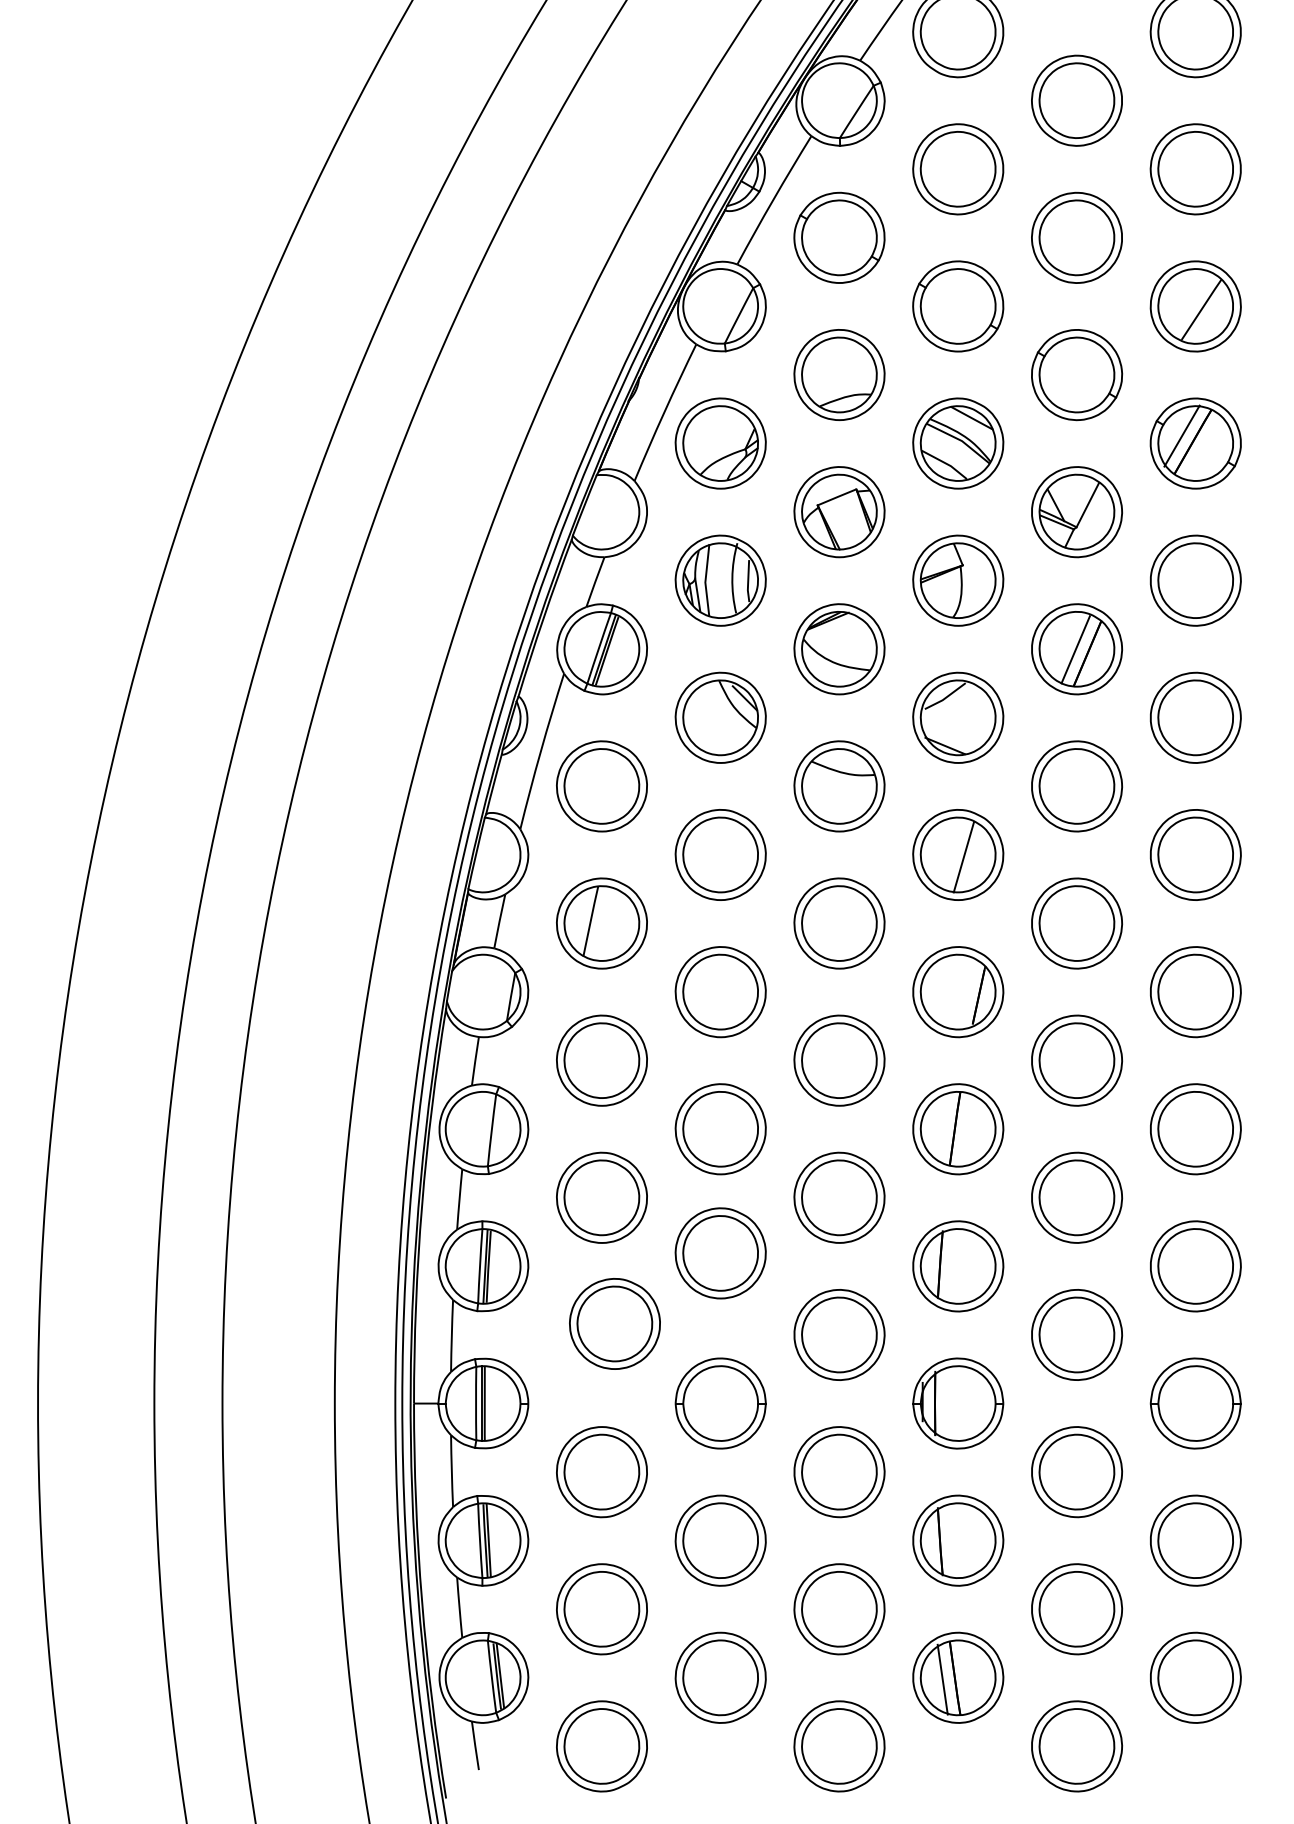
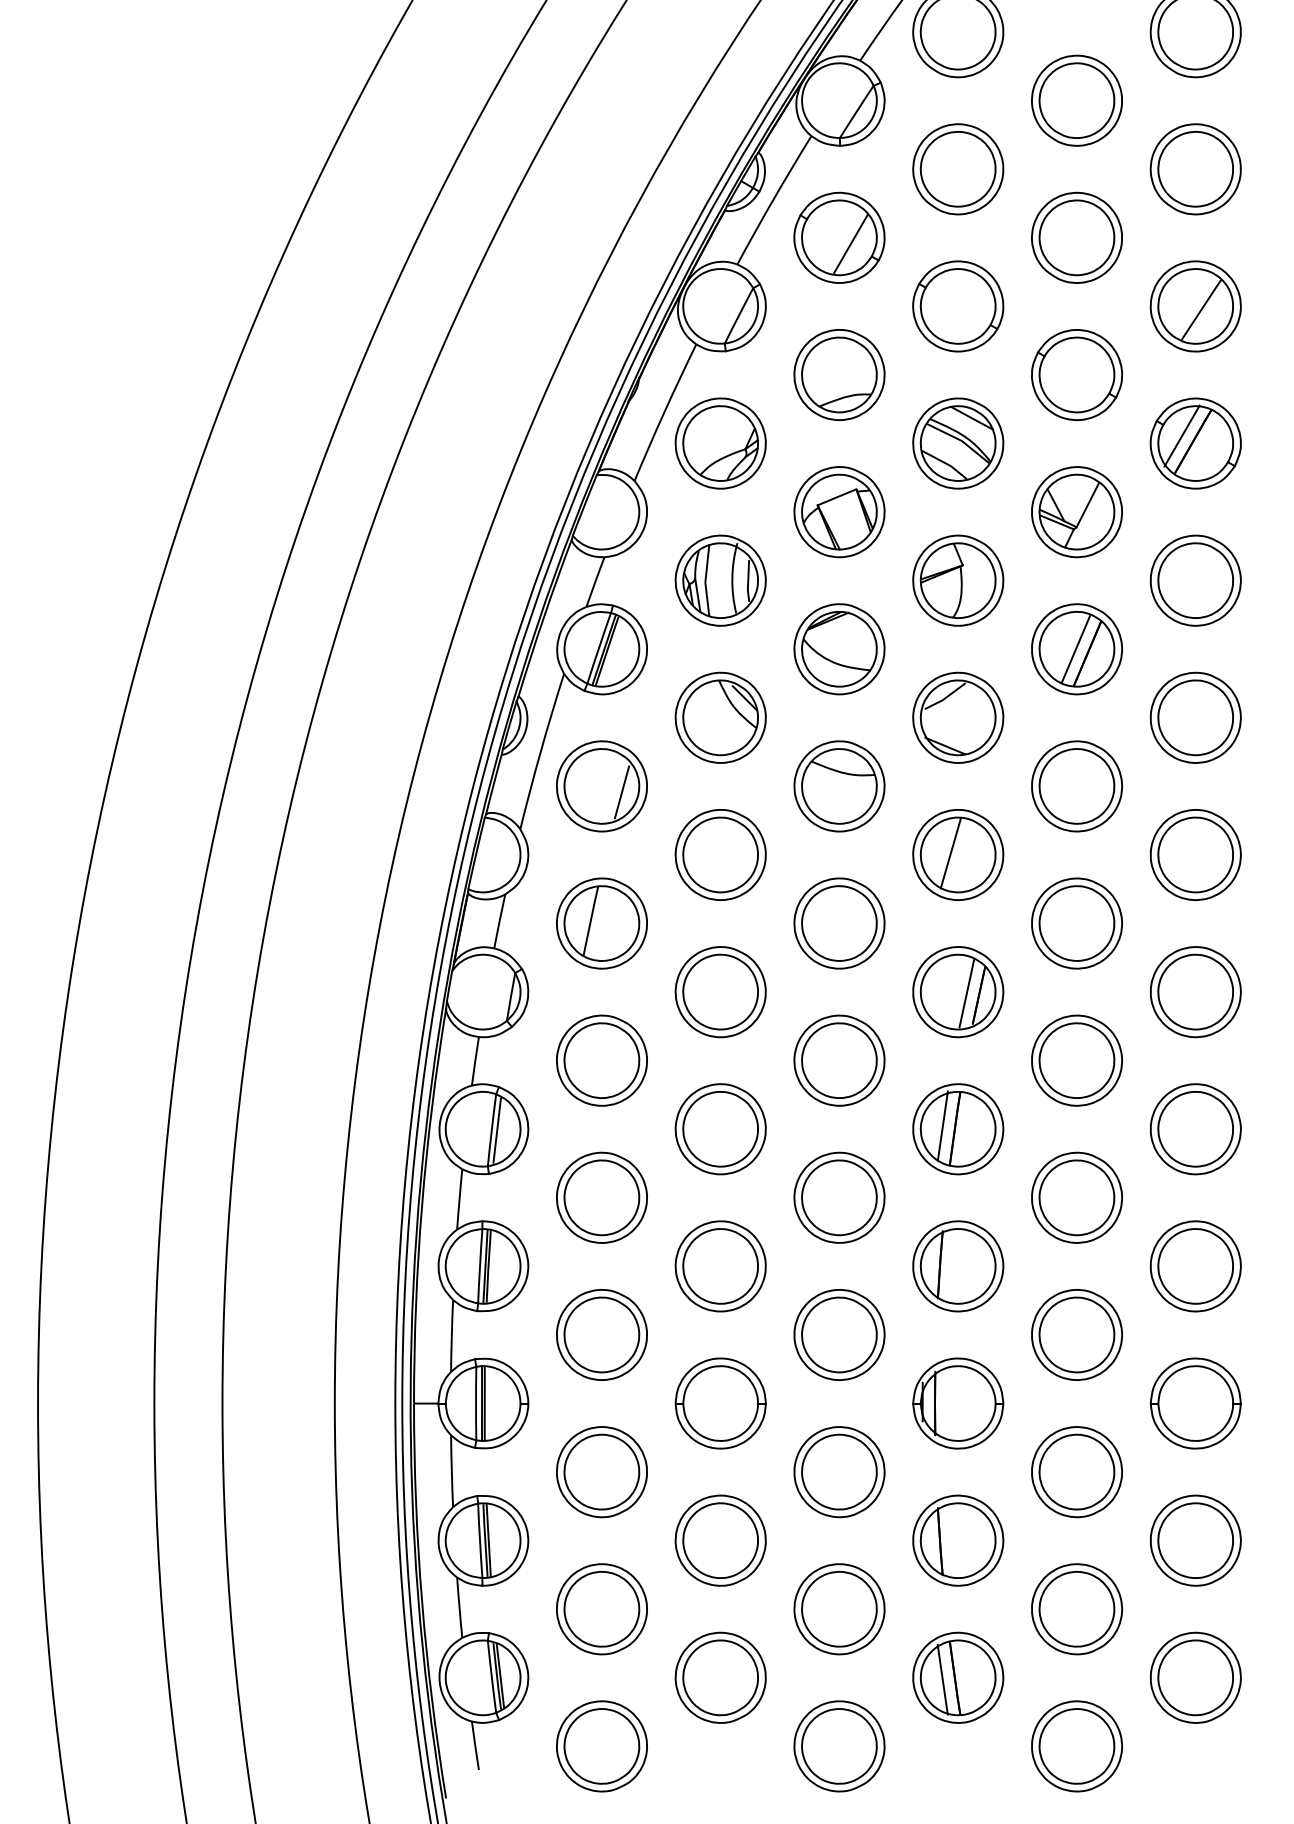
line at (850, 243): none -> present
line at (621, 792): none -> present
line at (963, 857) position: (963, 857) -> (950, 853)
line at (966, 993): none -> present
line at (942, 1125): none -> present
line at (496, 1130): none -> present
part at (720, 1253) position: (720, 1253) -> (720, 1266)
part at (614, 1323) position: (614, 1323) -> (601, 1334)
